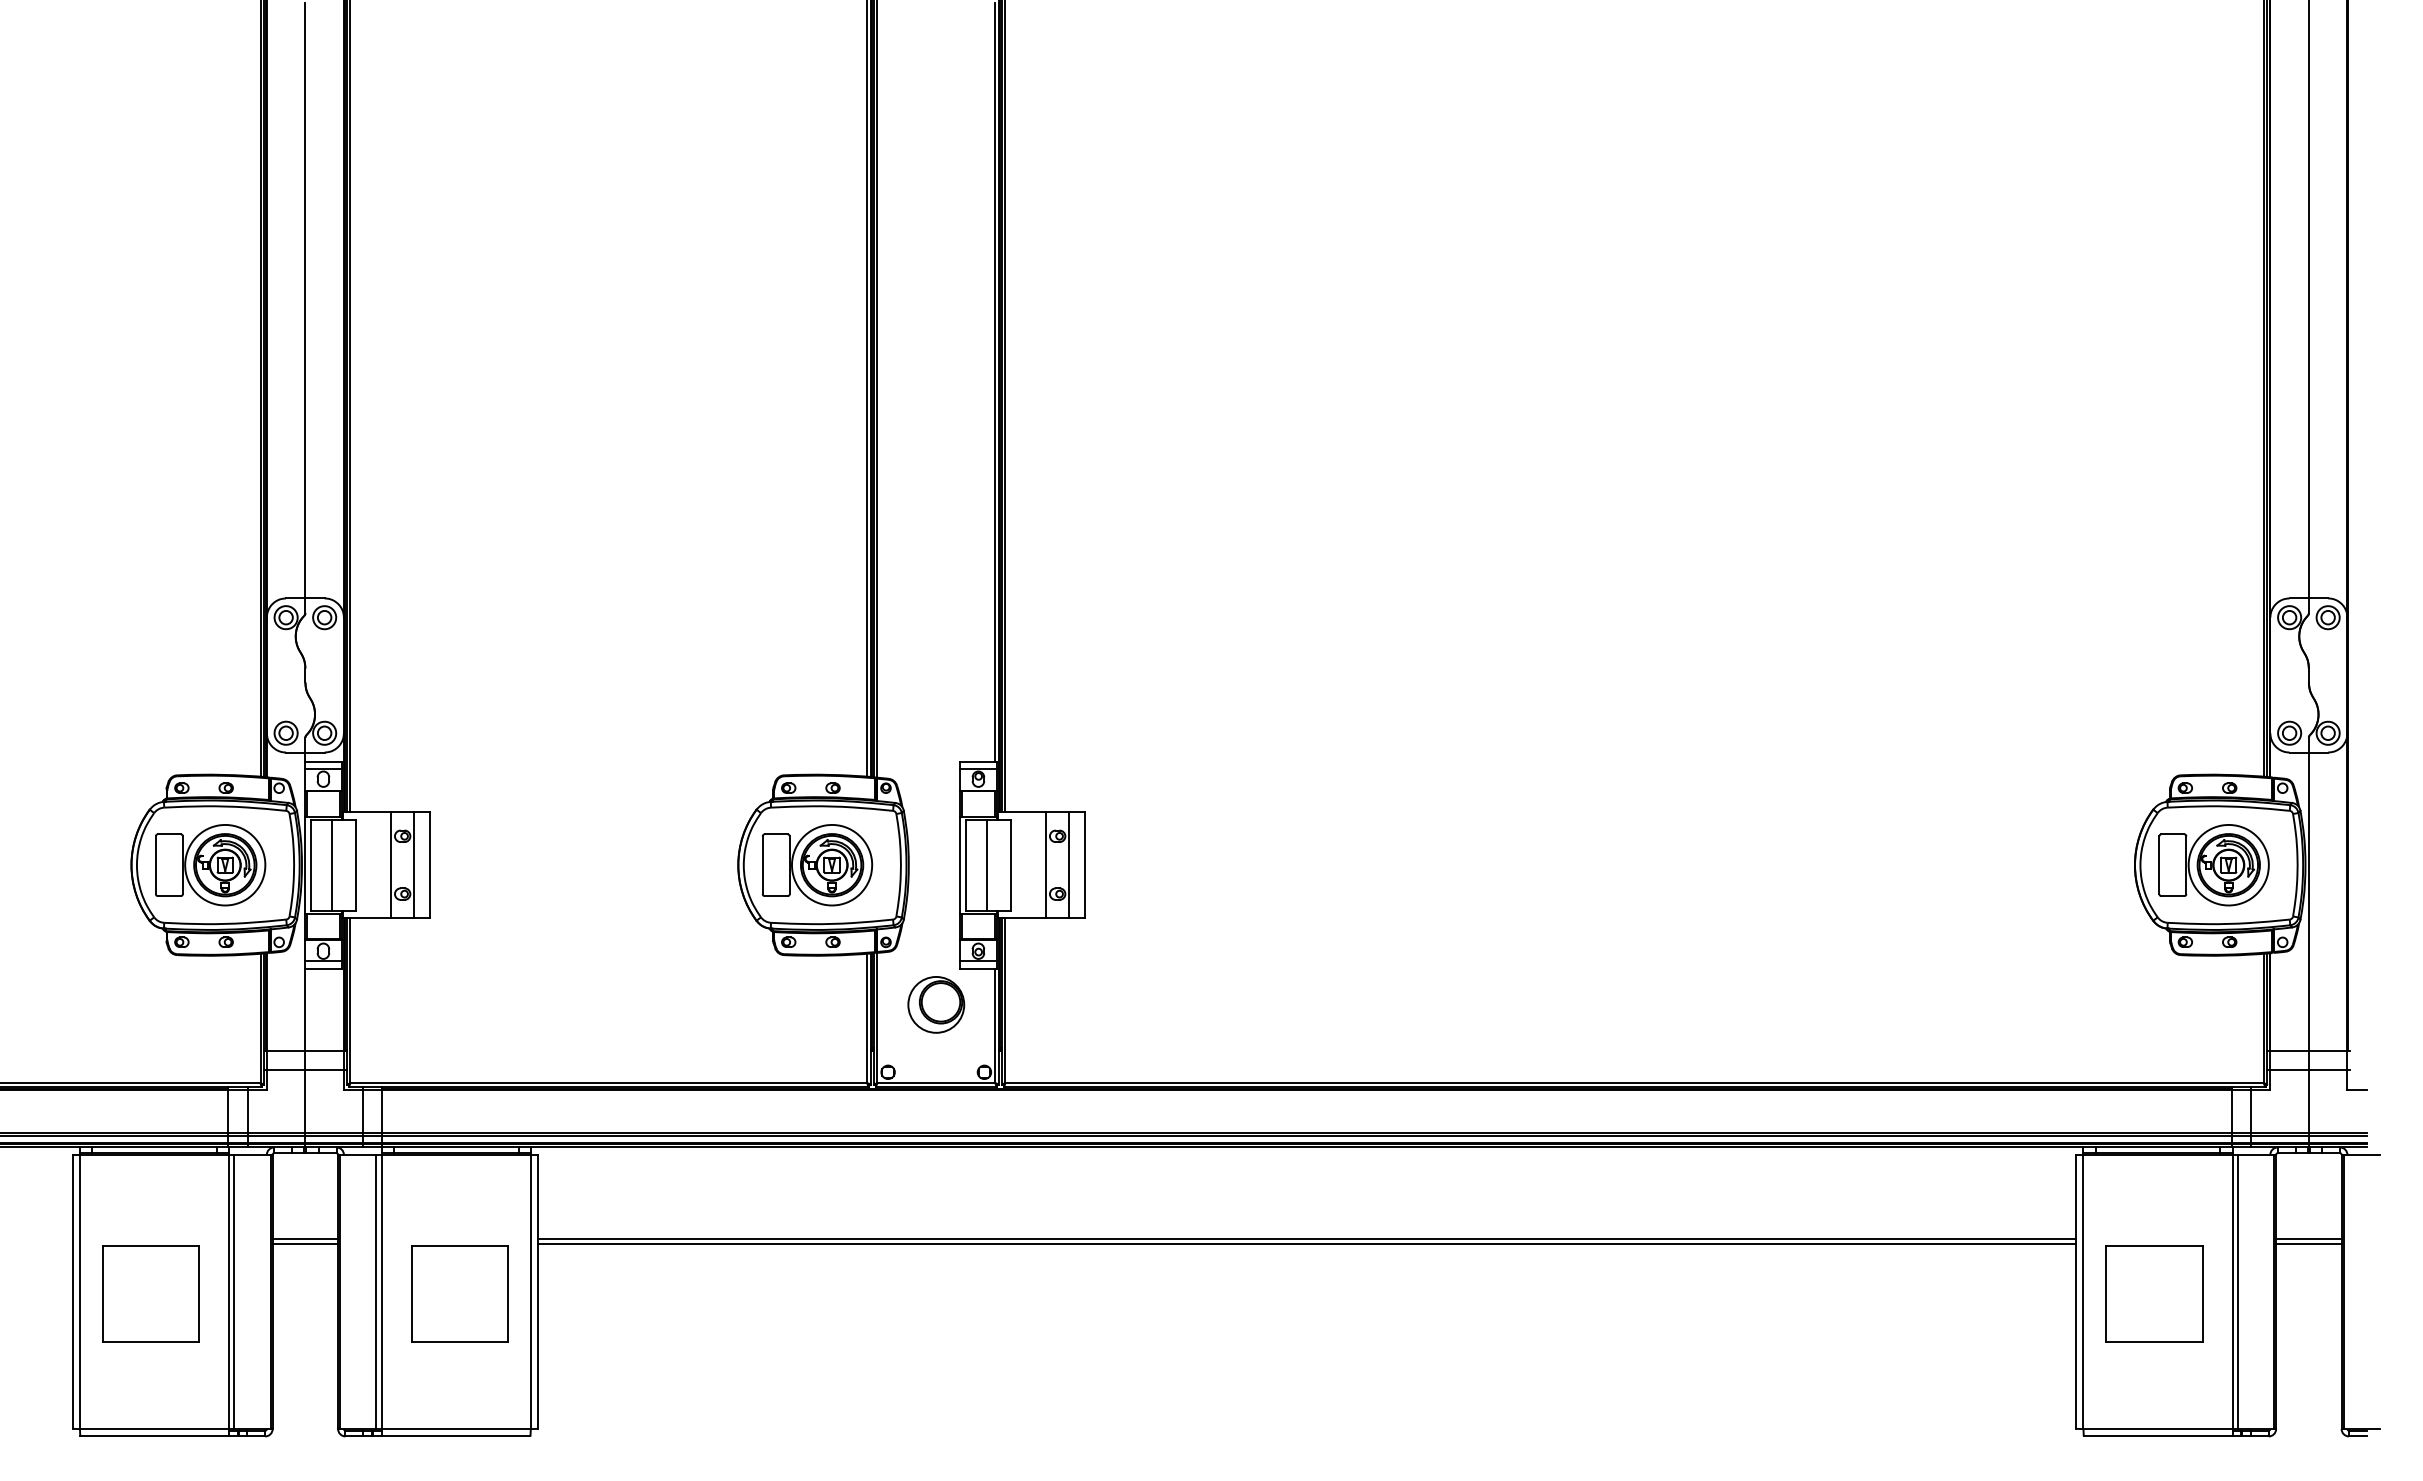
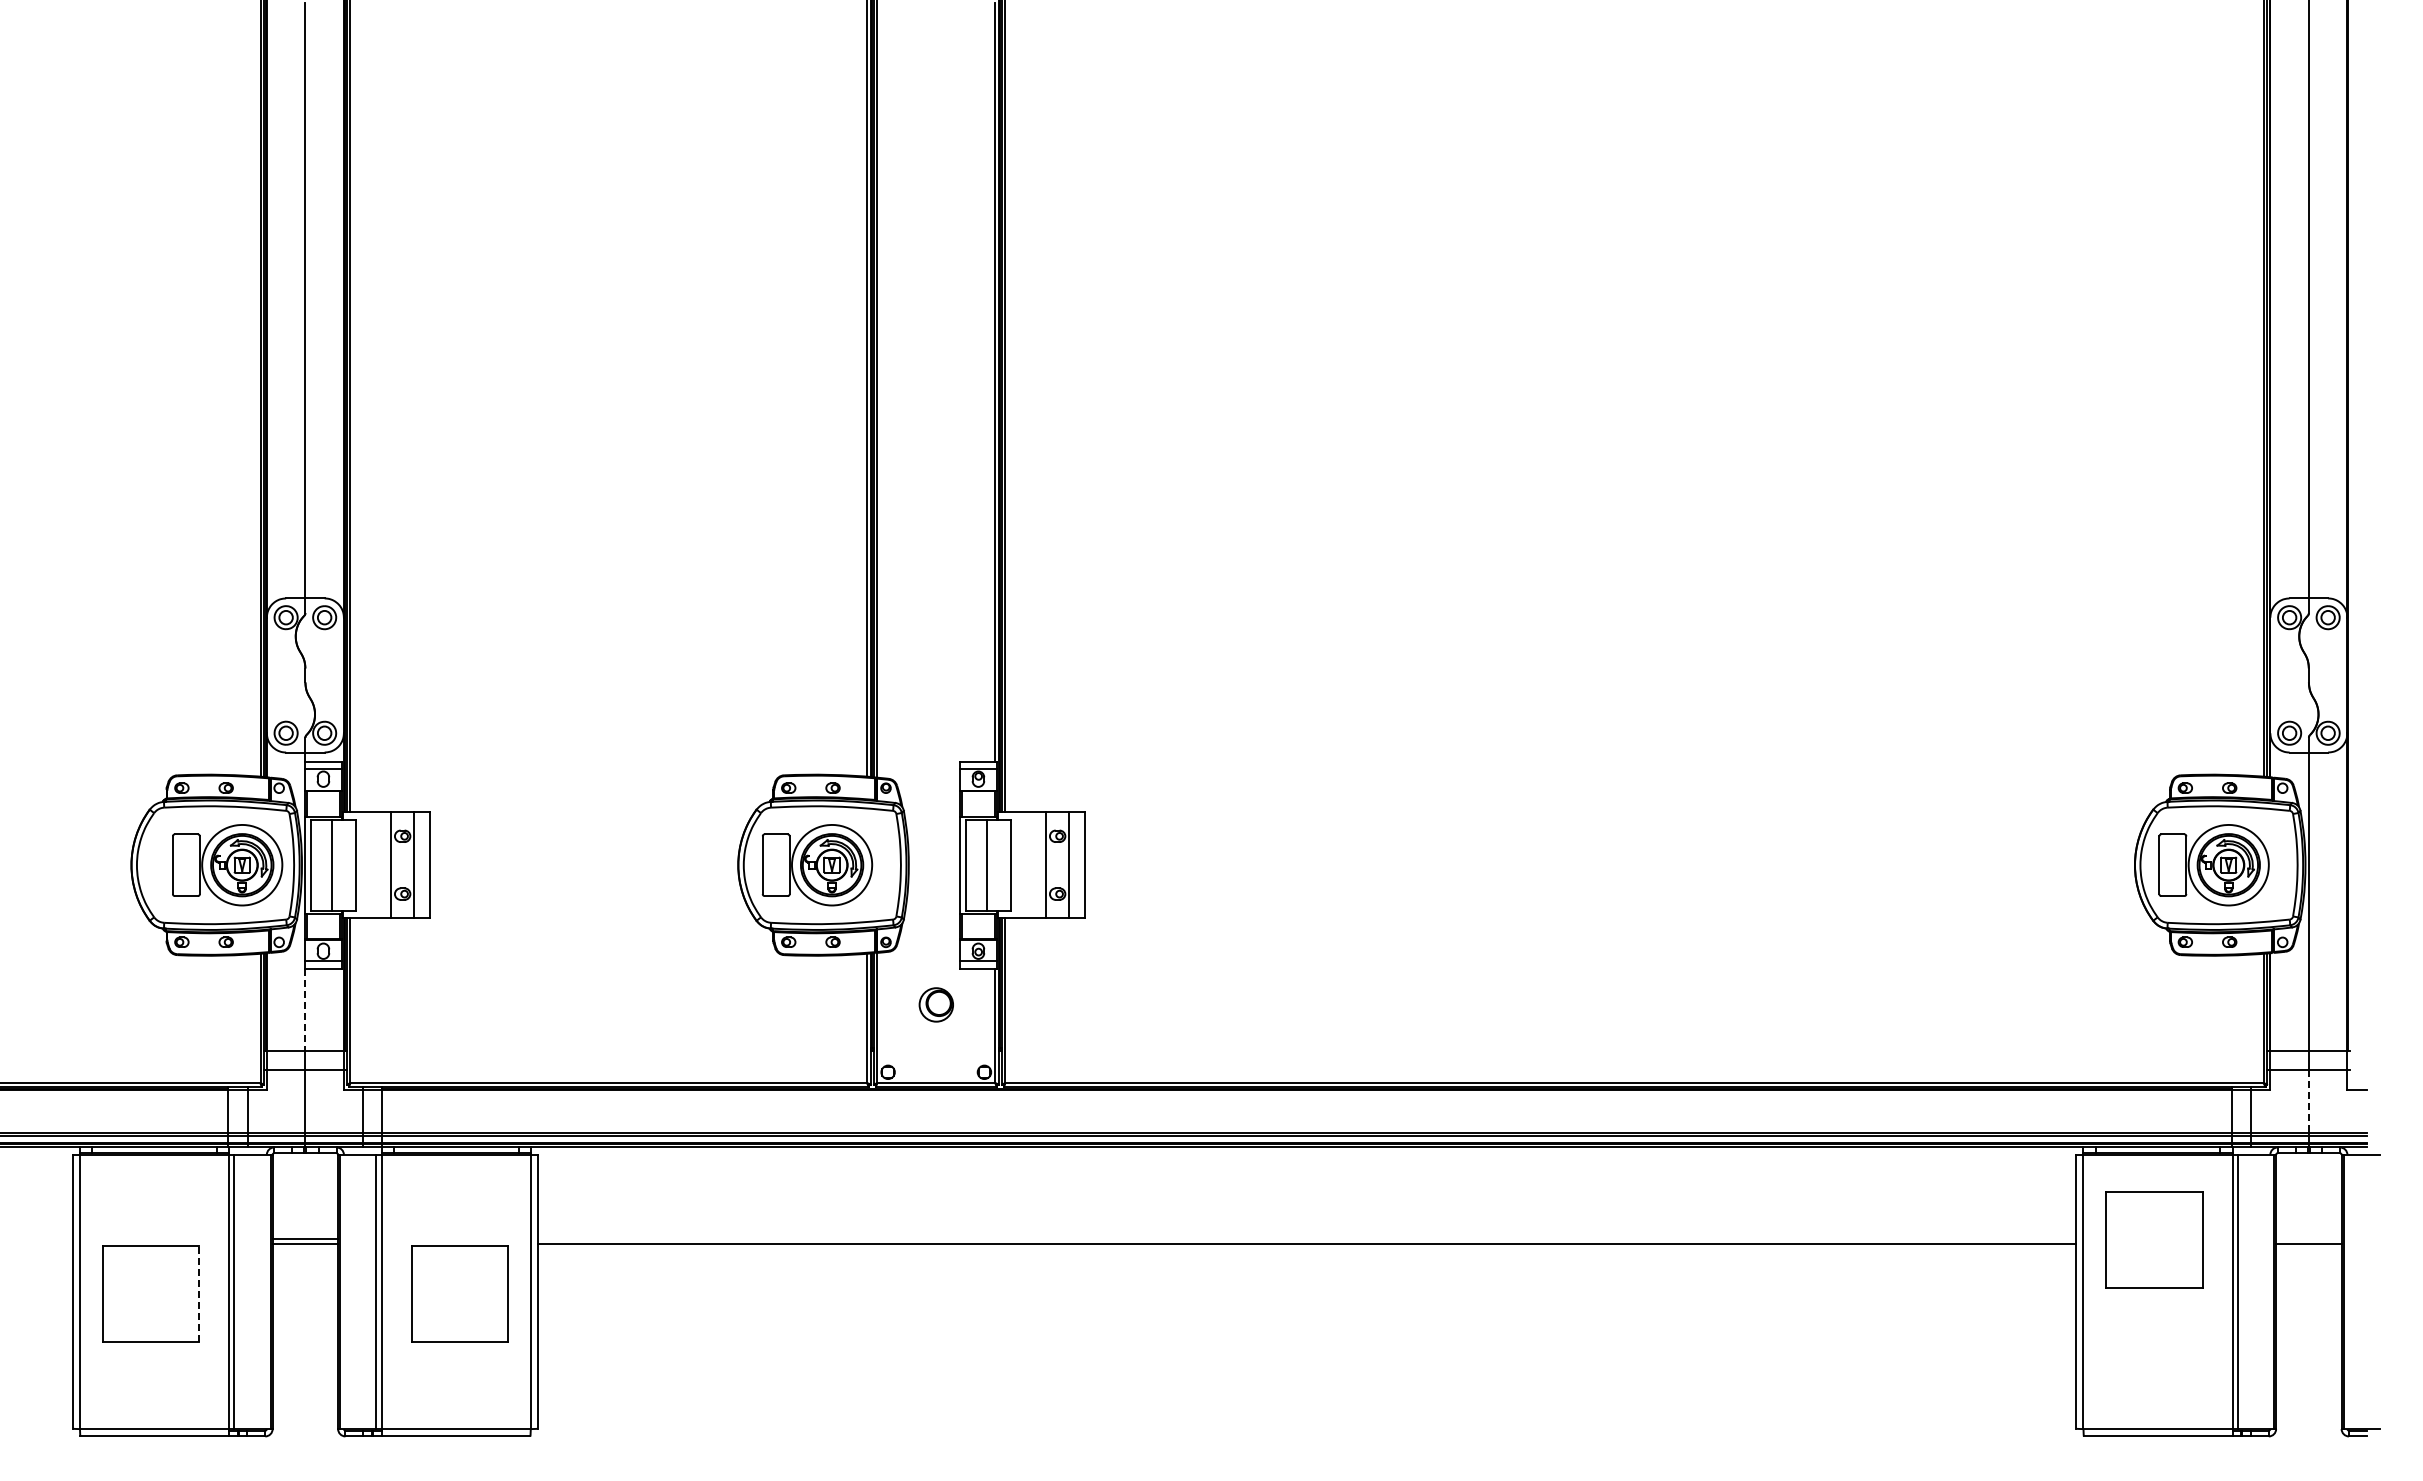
part at (210, 865) position: (210, 865) -> (227, 865)
part at (936, 1004) size: 59x58 px -> 36x36 px
line at (305, 1010): solid -> dashed
line at (2308, 1101): solid -> dashed
line at (1307, 1238): present -> none
line at (2308, 1238): present -> none
line at (199, 1293): solid -> dashed
part at (2154, 1293) position: (2154, 1293) -> (2154, 1239)
